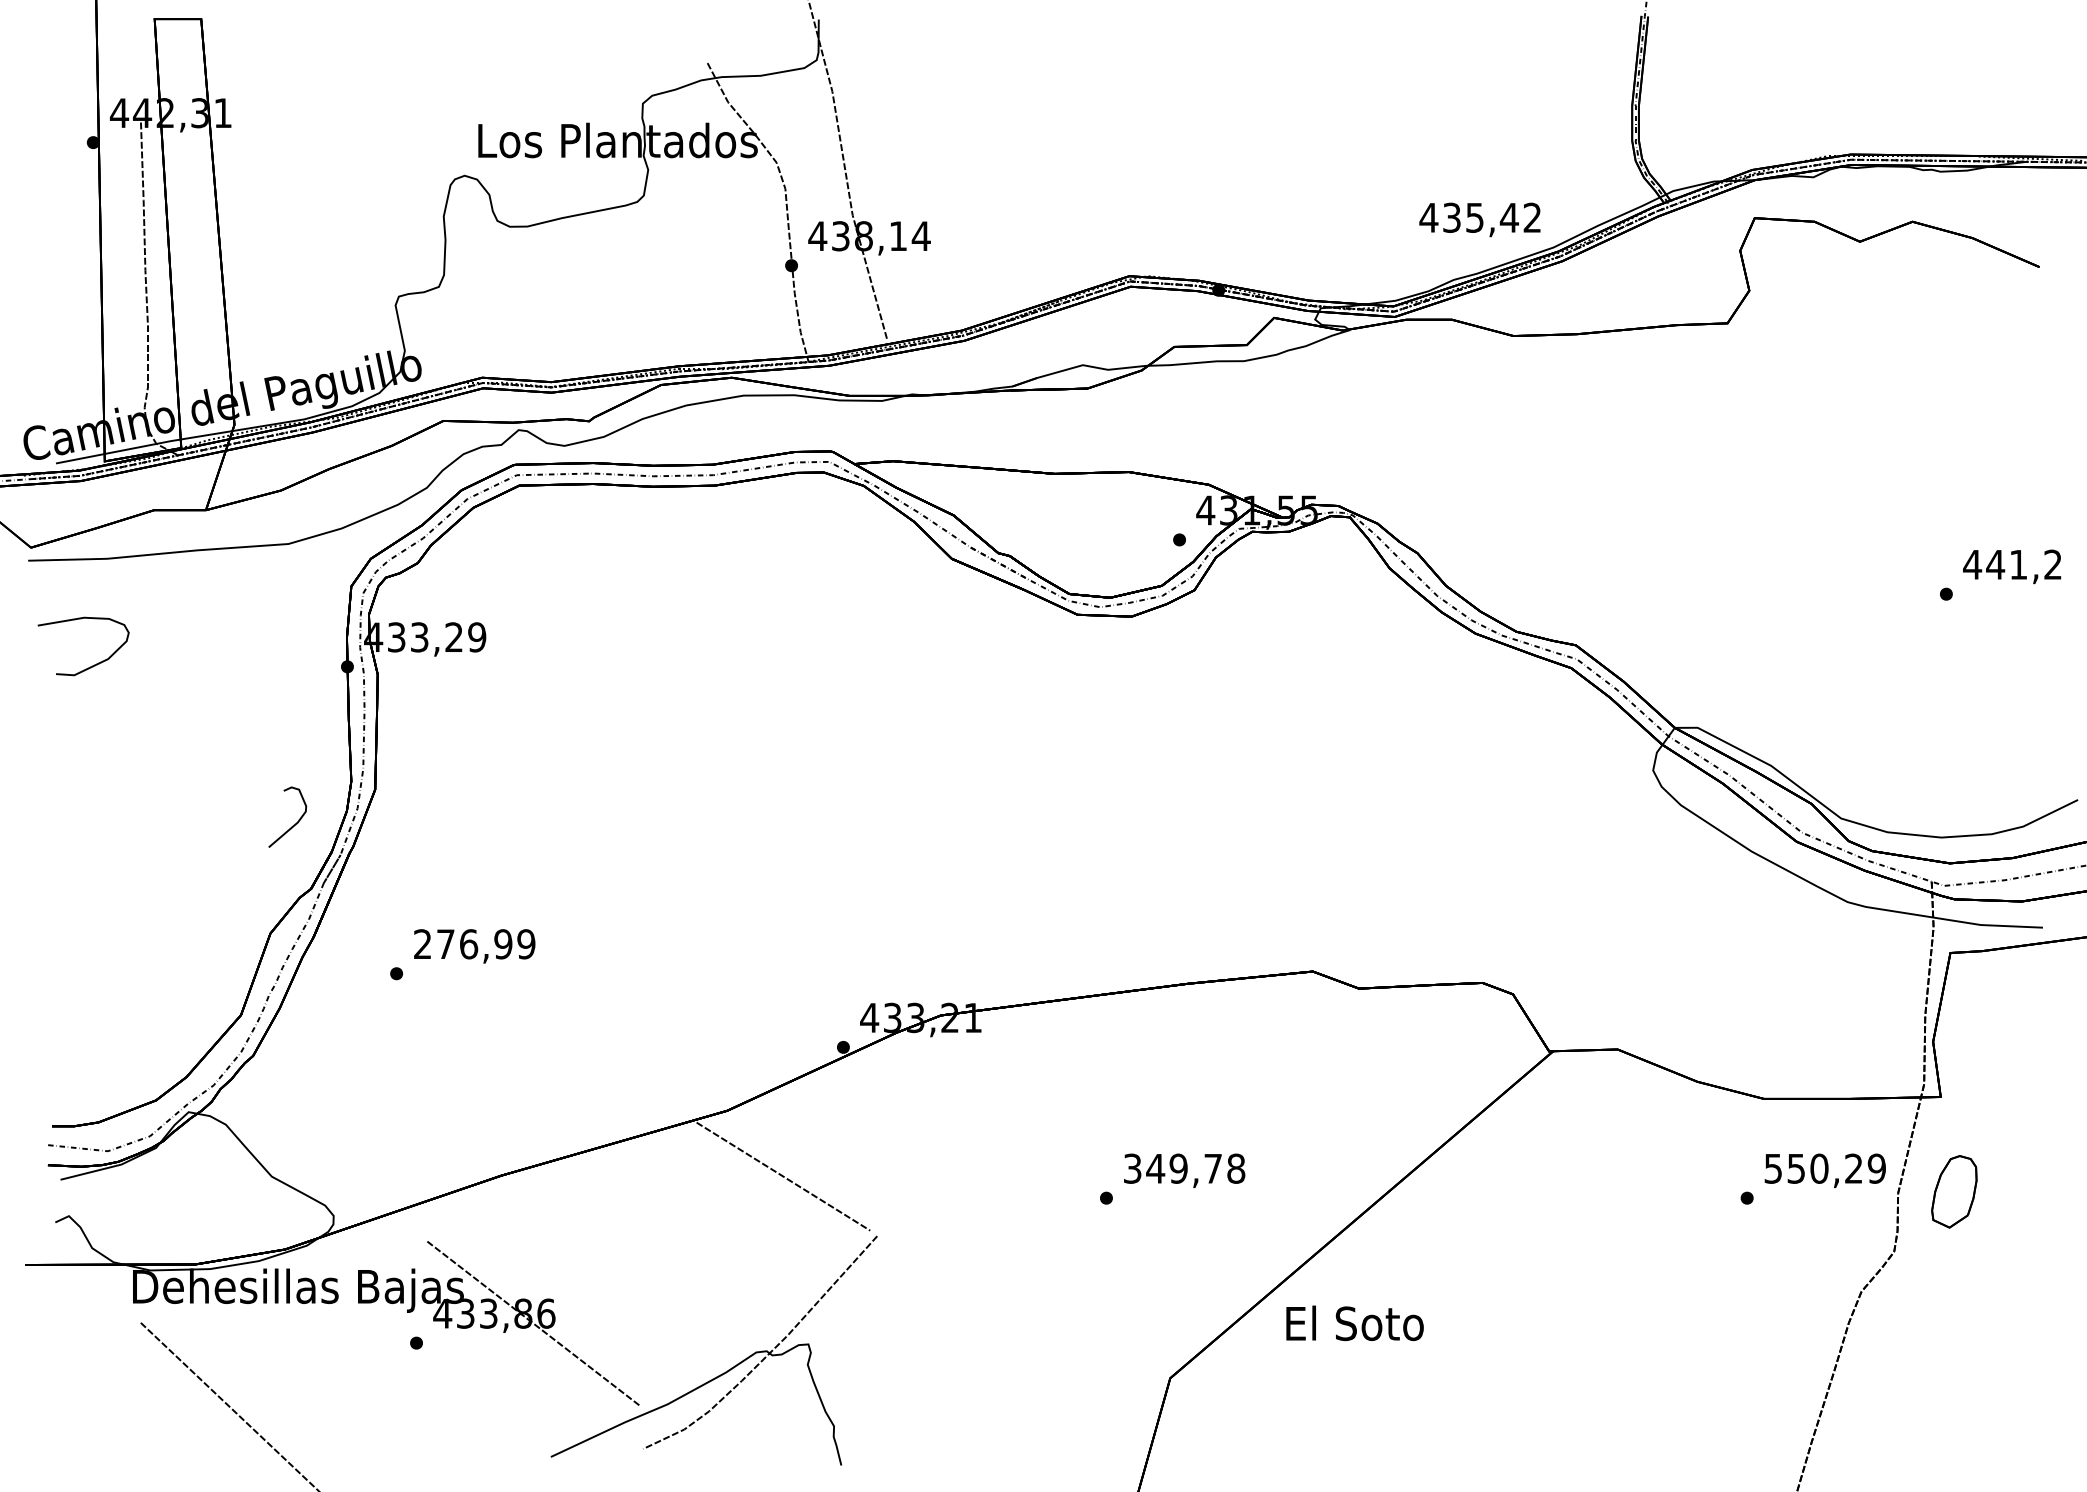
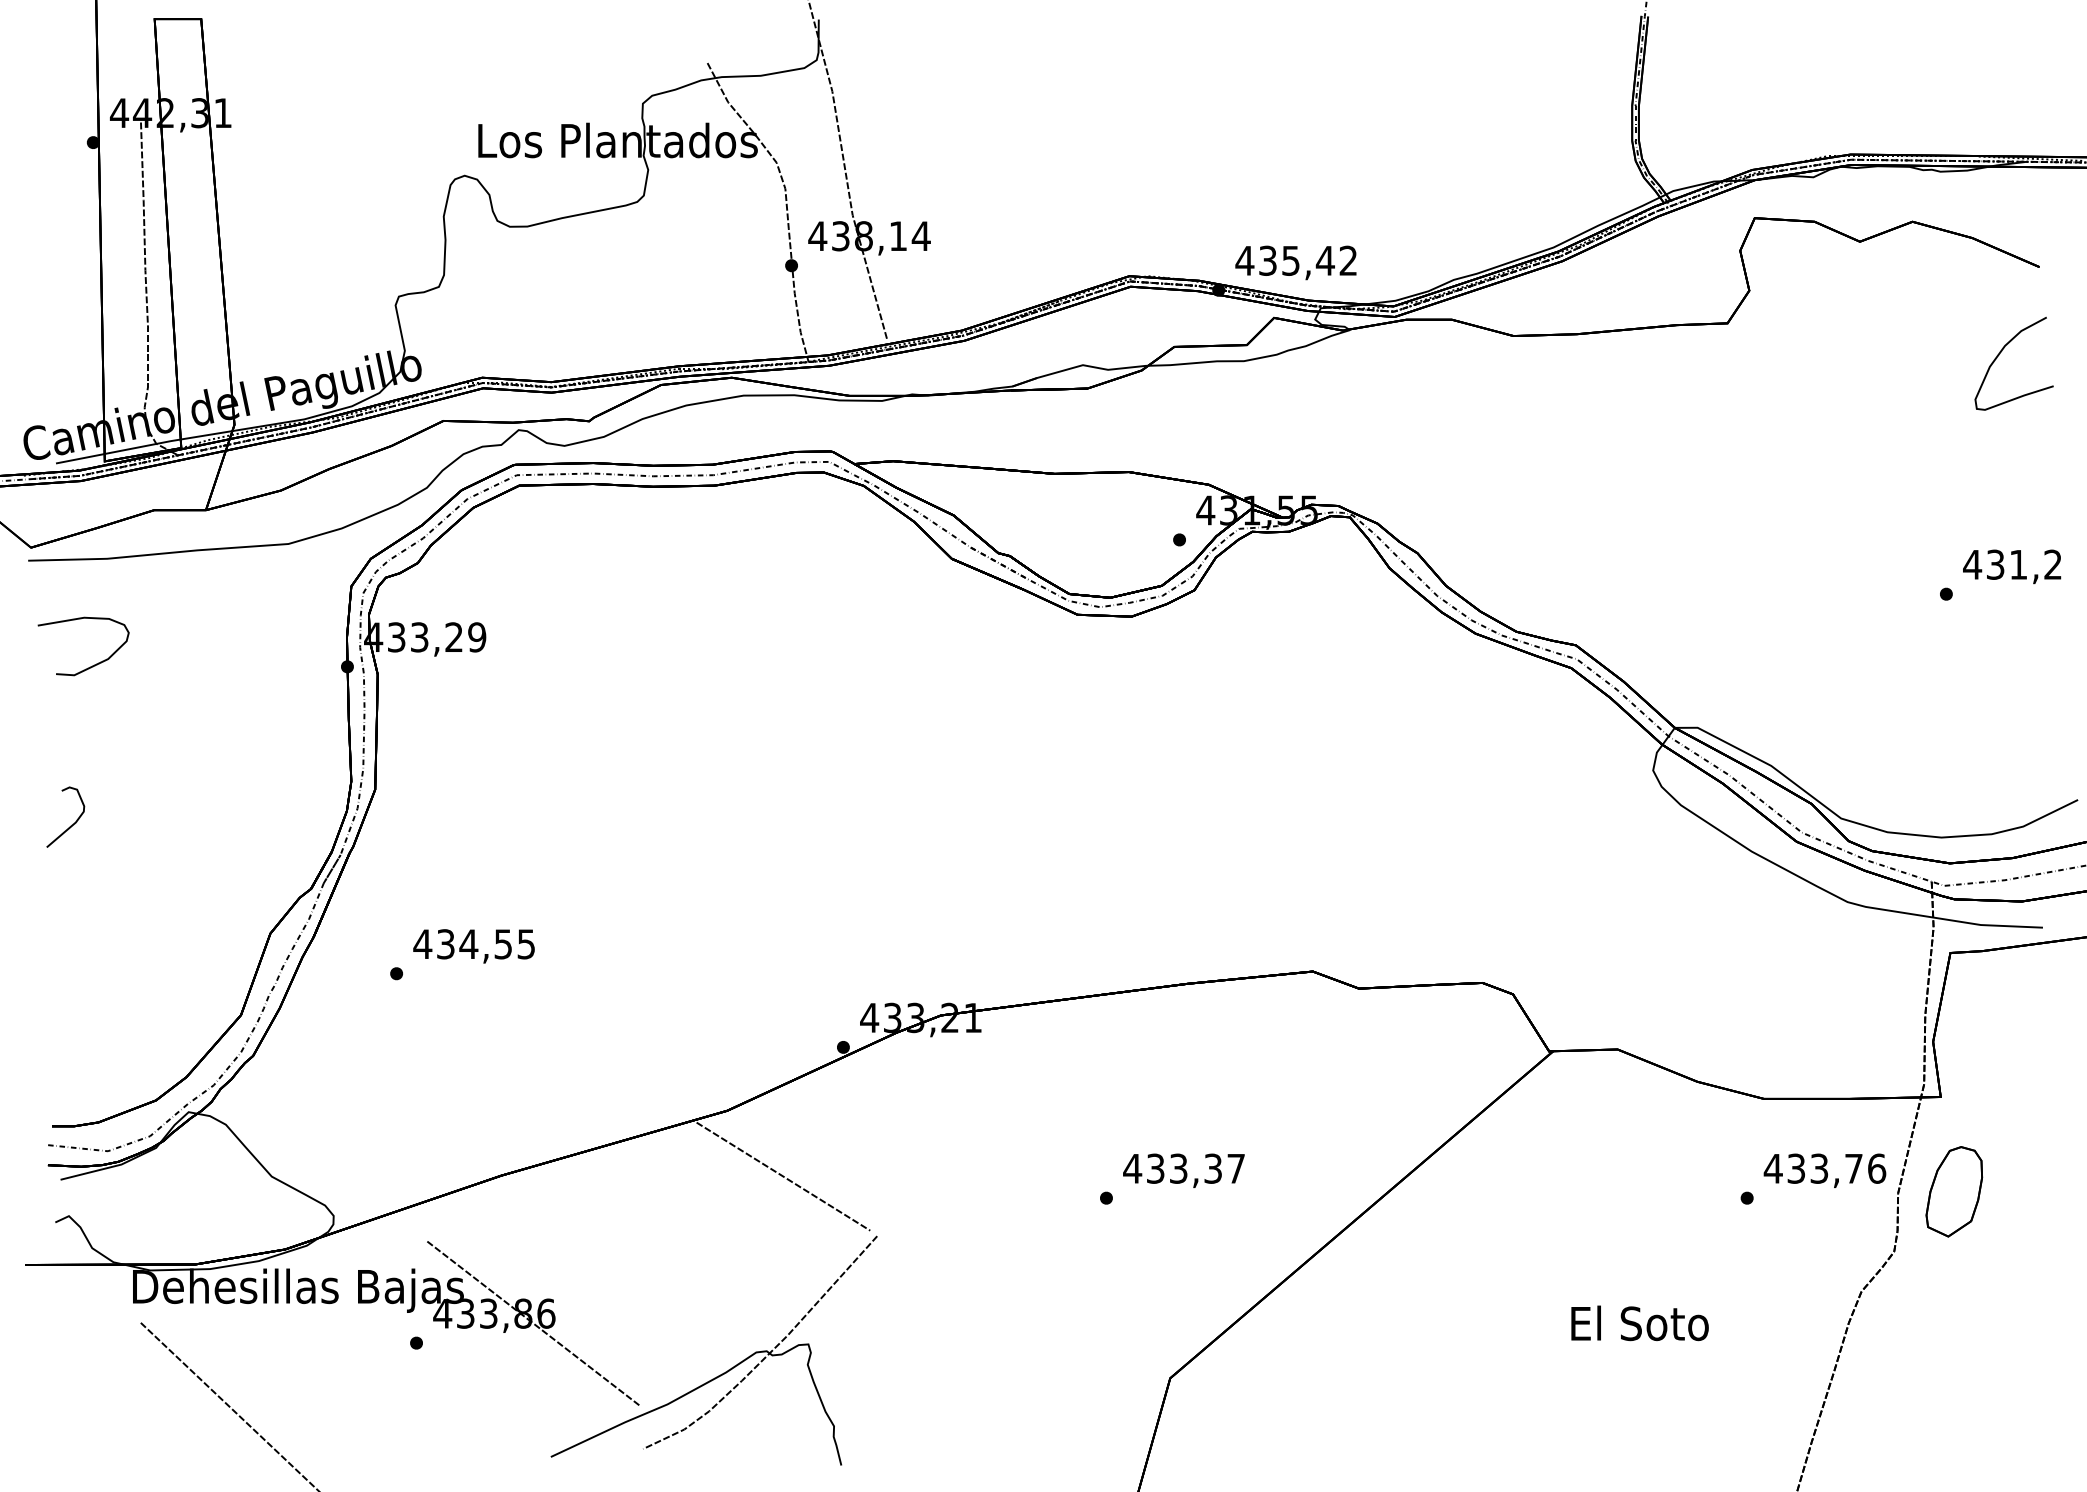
text at (1479, 219) position: (1479, 219) -> (1295, 262)
curve at (1999, 355): none -> present
text at (1995, 564): 441,2 -> 431,2
curve at (292, 825) position: (292, 825) -> (70, 825)
text at (474, 944): 276,99 -> 434,55
text at (1184, 1168): 349,78 -> 433,37
text at (1824, 1168): 550,29 -> 433,76
part at (1954, 1191) size: 47x74 px -> 59x92 px
text at (1354, 1323) position: (1354, 1323) -> (1639, 1323)
